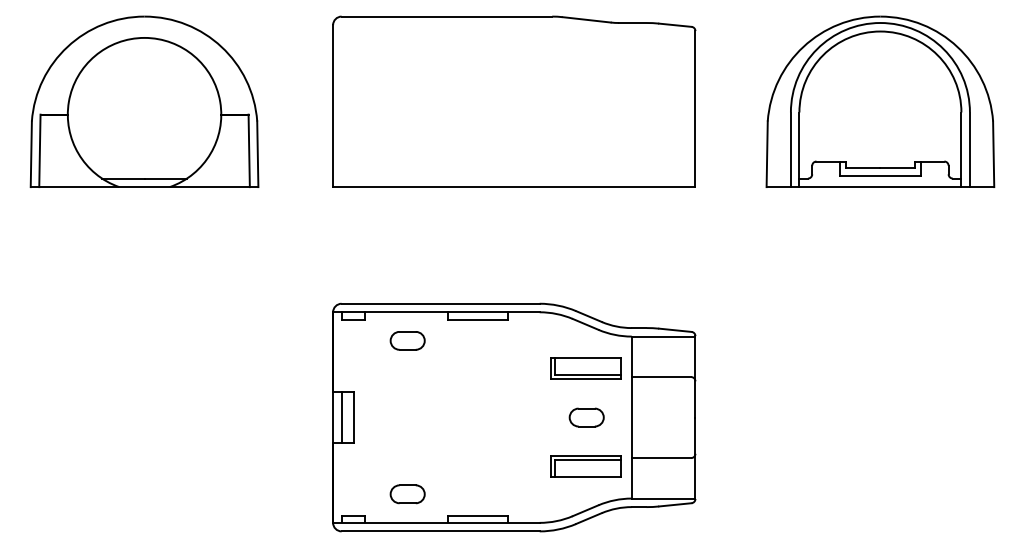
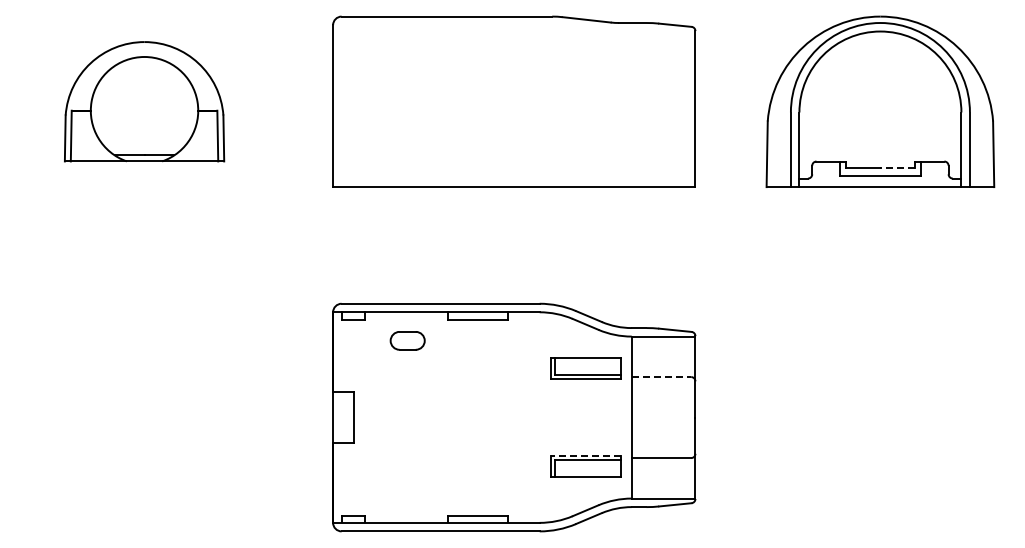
part at (144, 101) size: 231x173 px -> 162x122 px
line at (896, 167): solid -> dashed
line at (661, 377): solid -> dashed
line at (341, 417): present -> none
part at (586, 417): present -> none
line at (585, 455): solid -> dashed
part at (407, 494): present -> none
